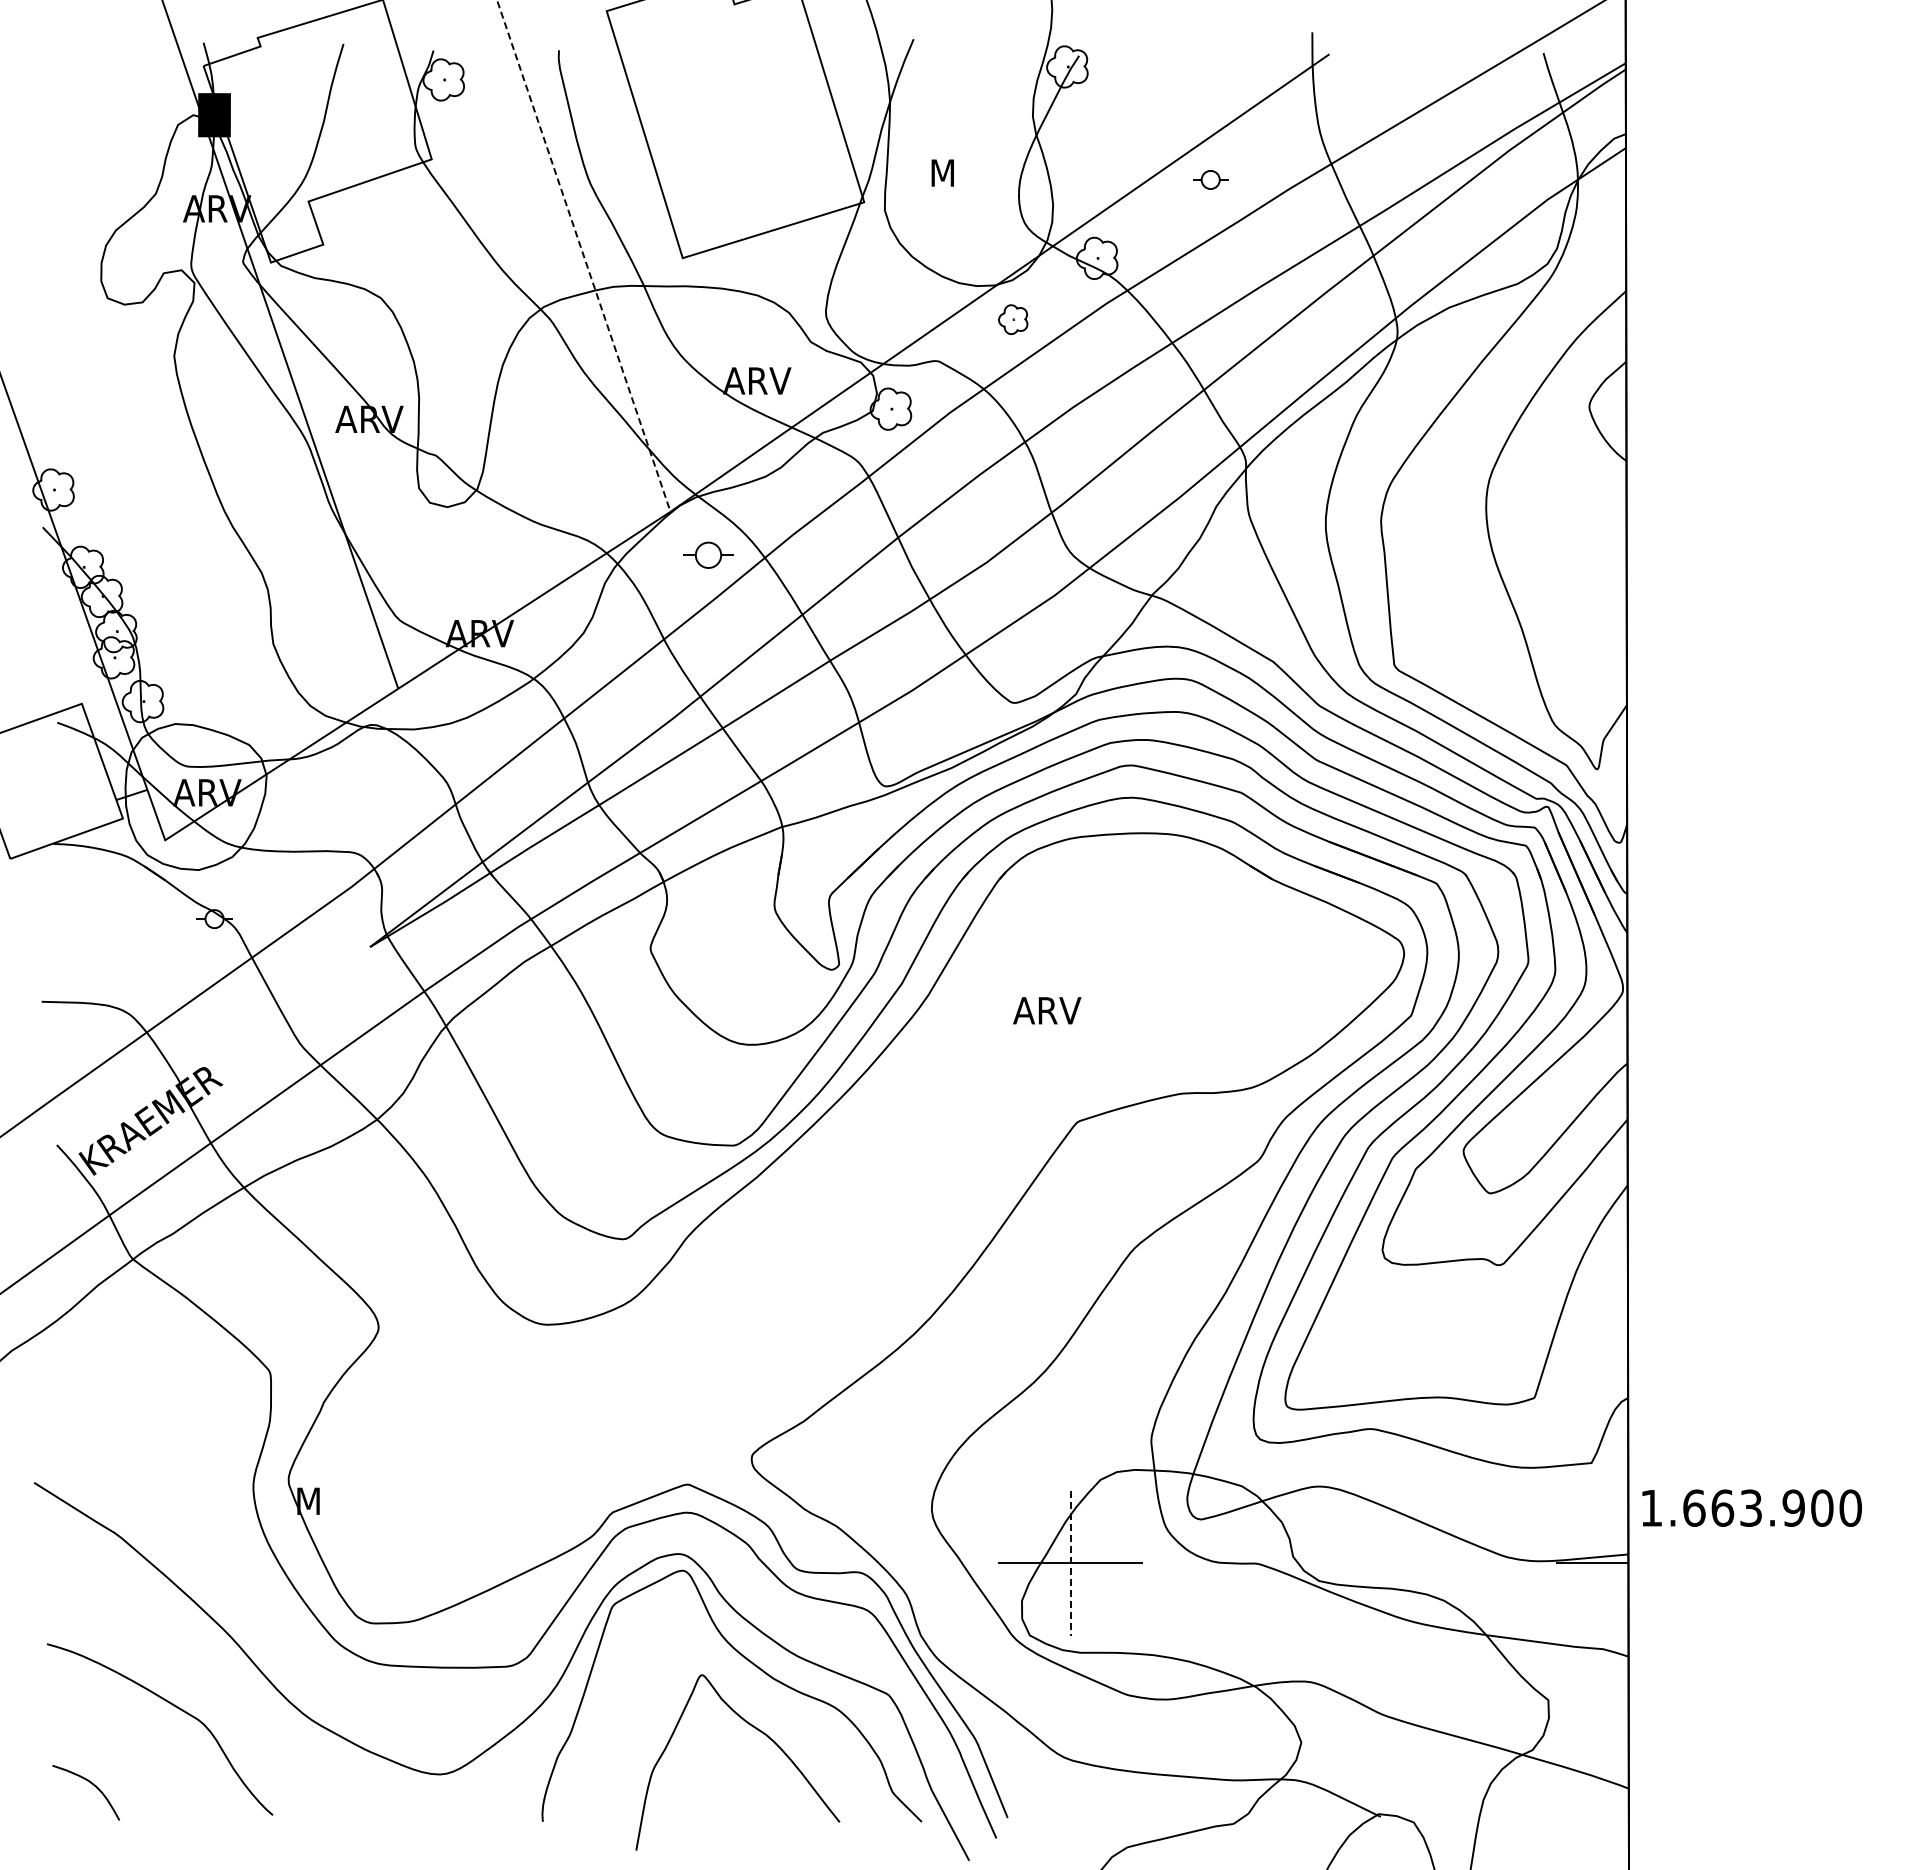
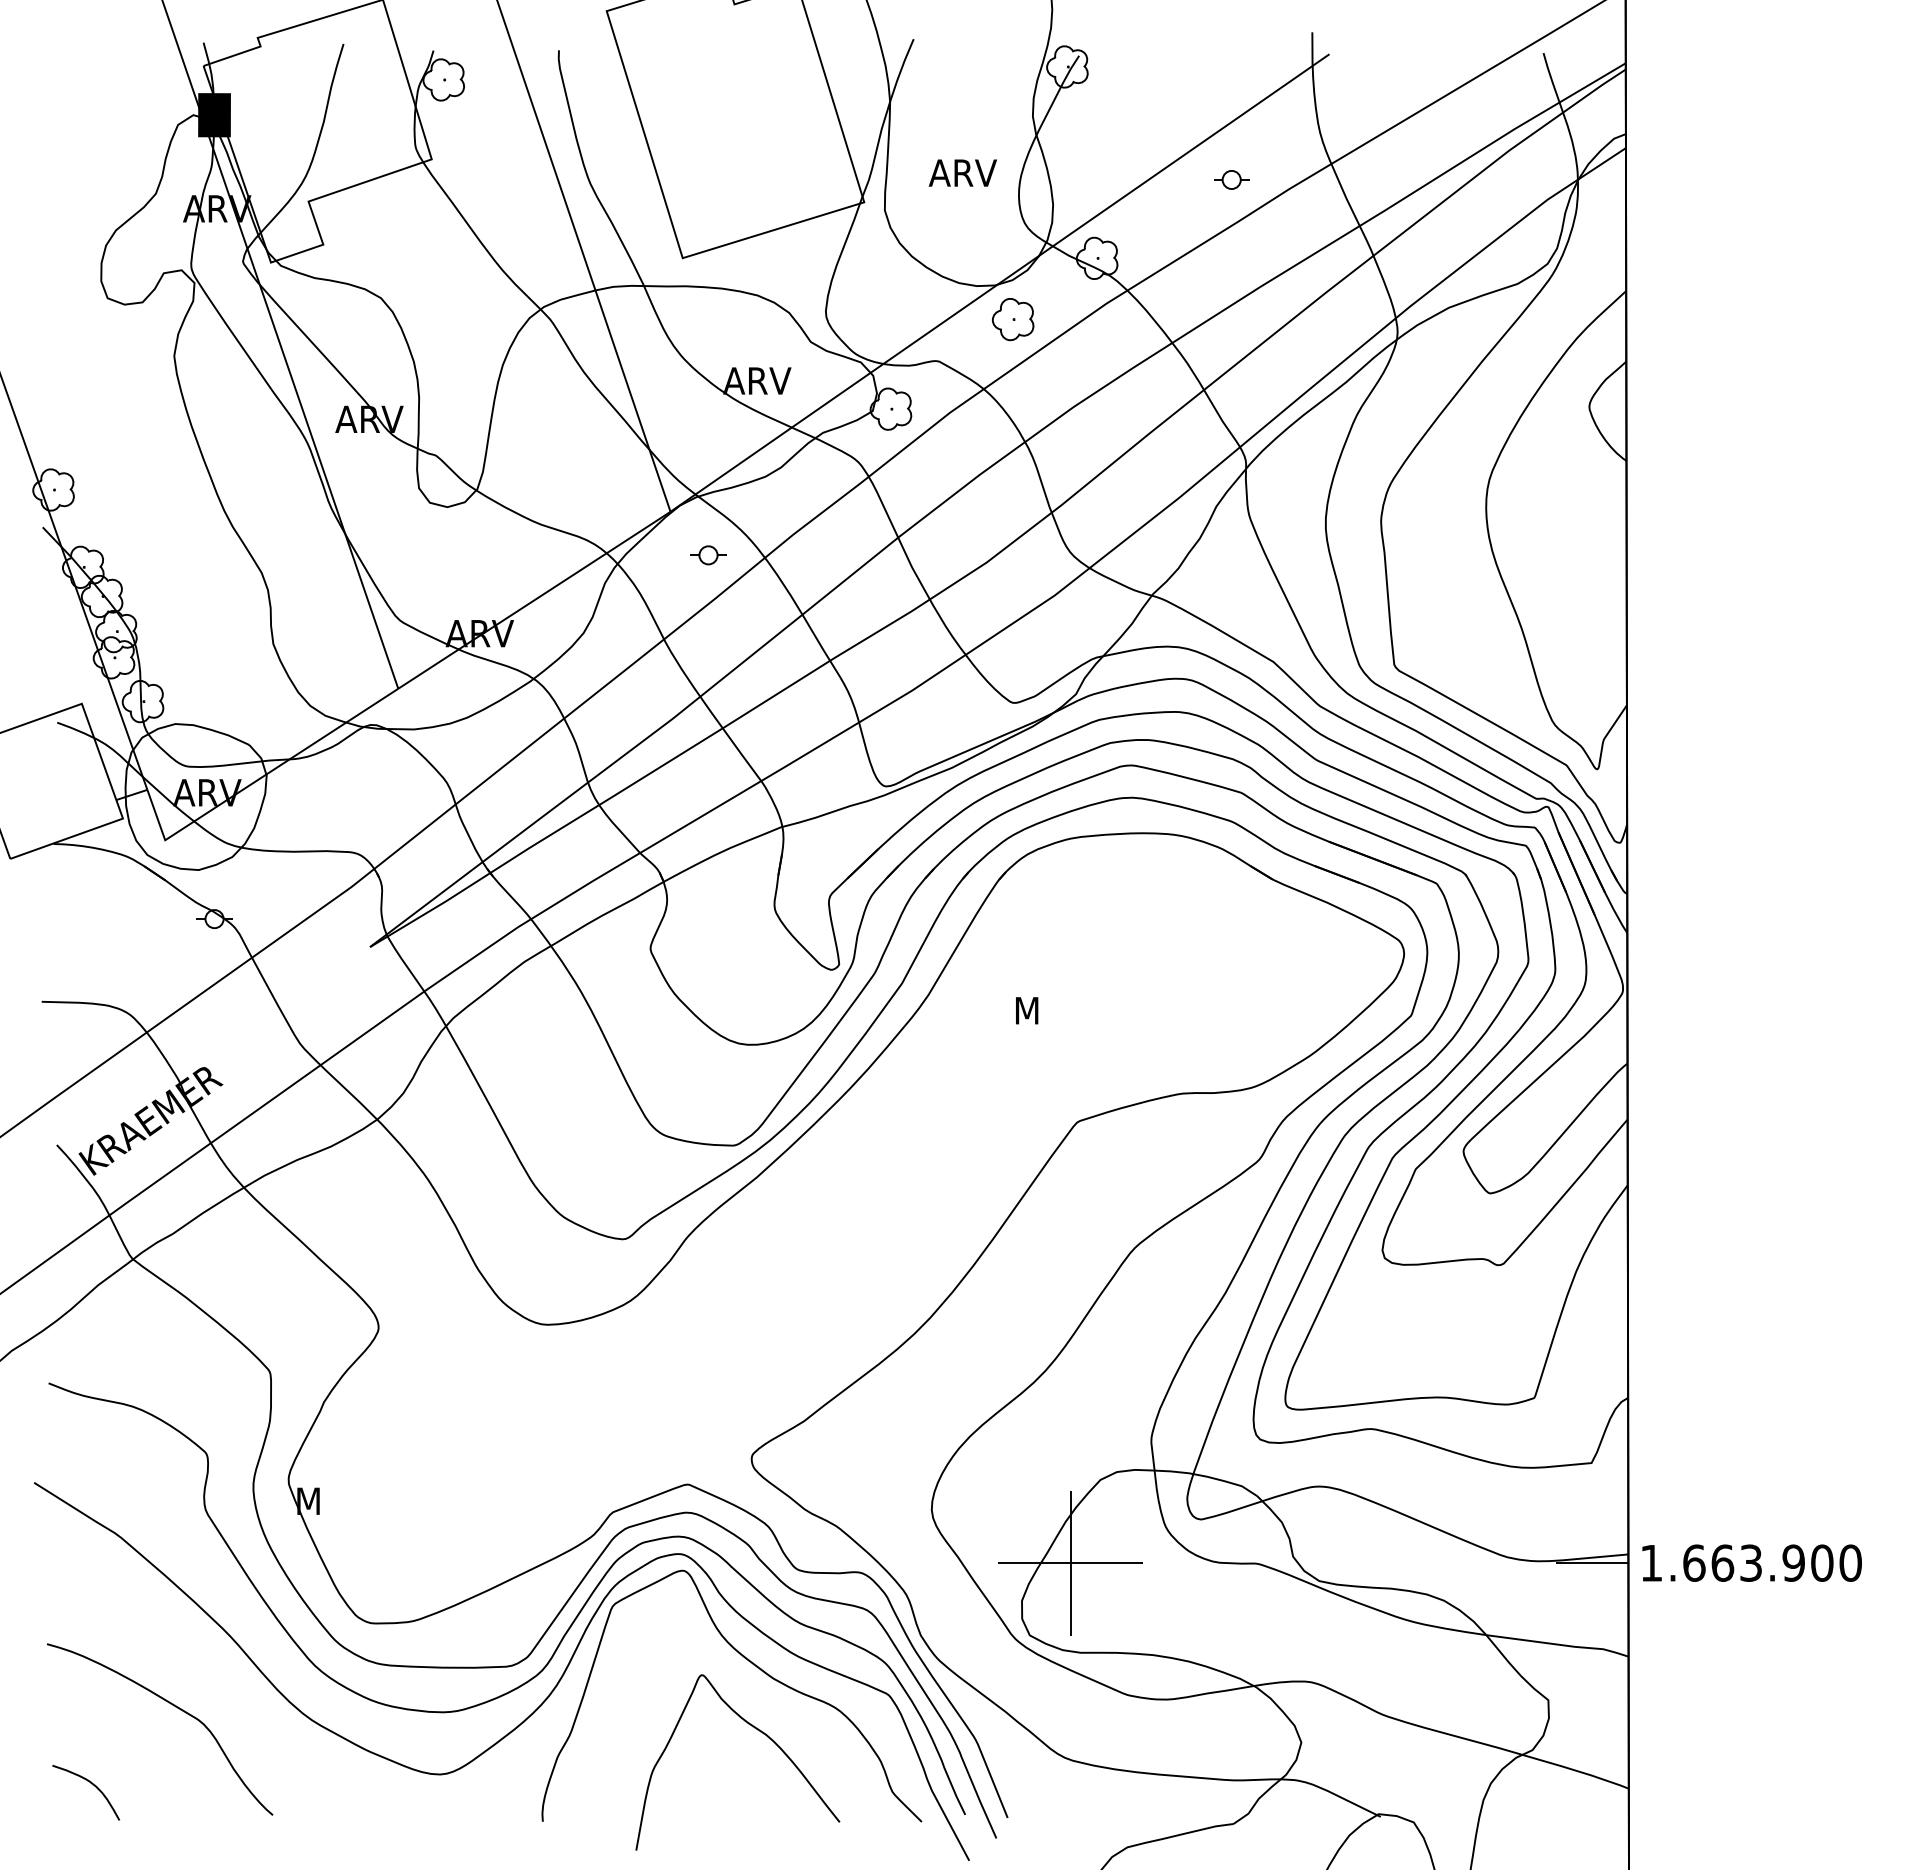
text at (962, 172): M -> ARV
part at (1210, 179) position: (1210, 179) -> (1231, 179)
line at (583, 256): dashed -> solid
part at (1013, 319) size: 31x31 px -> 43x44 px
part at (708, 554) size: 51x28 px -> 37x21 px
text at (1047, 1010): ARV -> M
text at (1751, 1507) position: (1751, 1507) -> (1751, 1562)
line at (1070, 1563): dashed -> solid
curve at (562, 1636): none -> present
